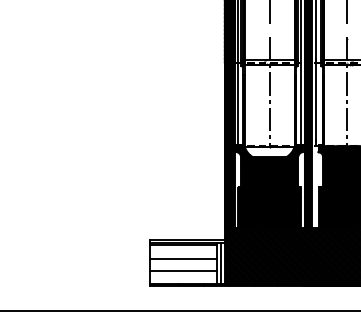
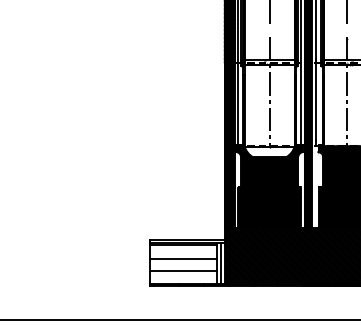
line at (179, 310) position: (179, 310) -> (179, 319)
